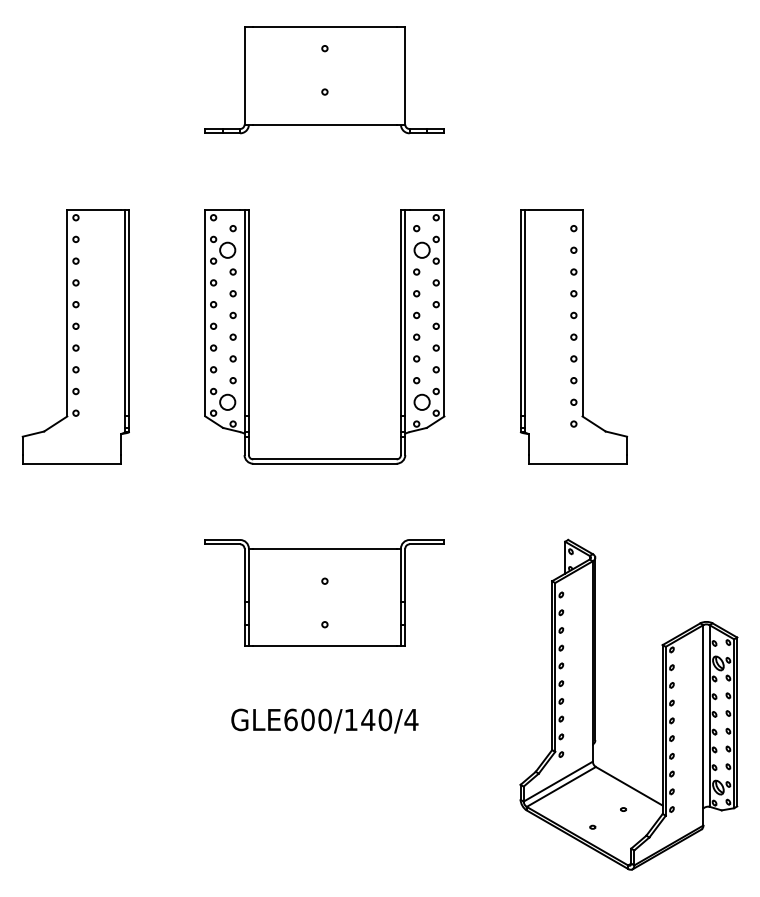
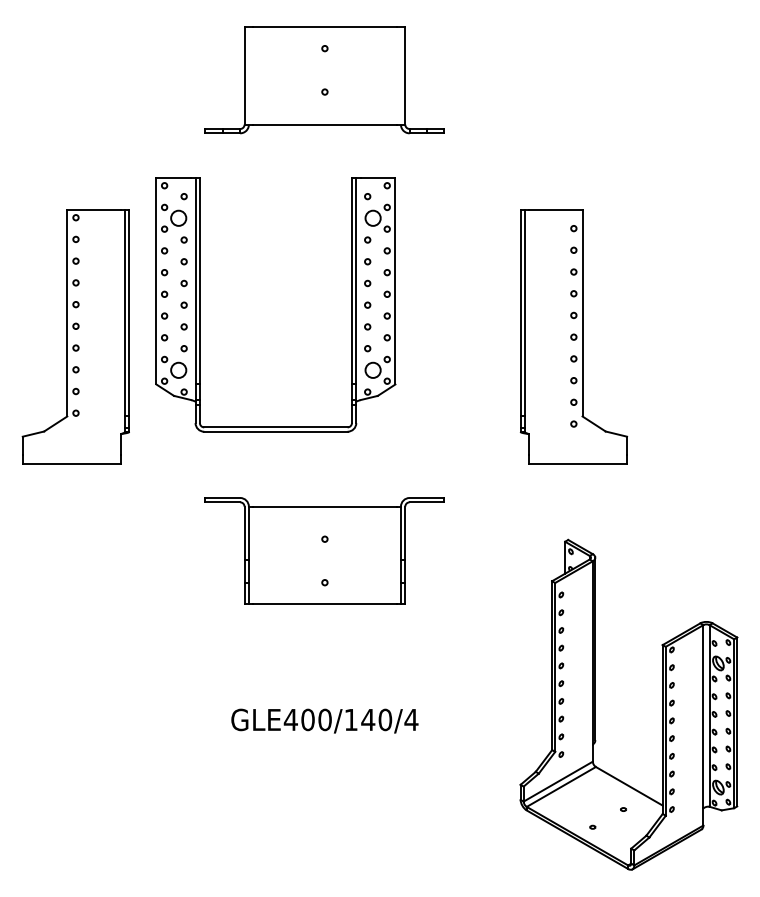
part at (249, 336) position: (249, 336) -> (200, 304)
part at (324, 592) position: (324, 592) -> (324, 550)
text at (290, 719): GLE600/140/4 -> GLE400/140/4
